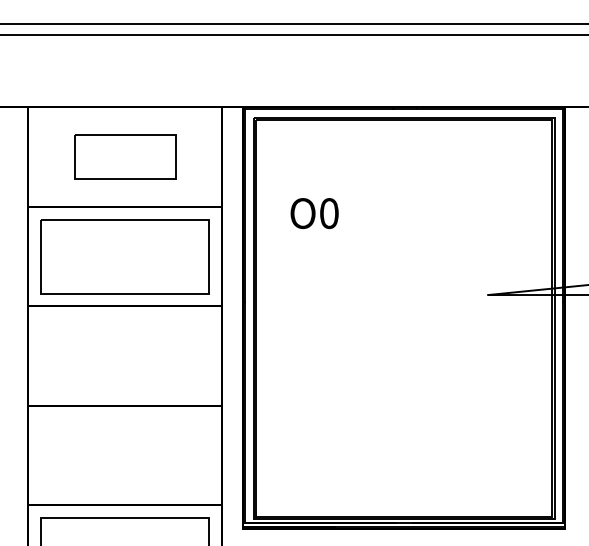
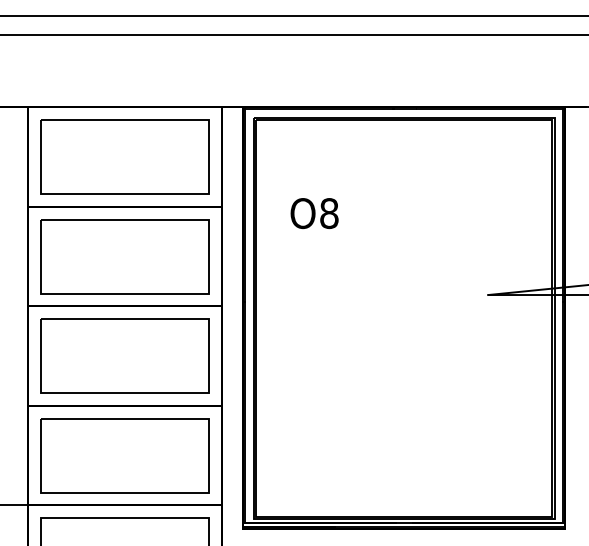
line at (293, 24) position: (293, 24) -> (293, 16)
part at (125, 156) size: 103x46 px -> 170x76 px
text at (329, 213): O0 -> O8
part at (124, 355): none -> present
part at (124, 455): none -> present
line at (15, 505): none -> present
